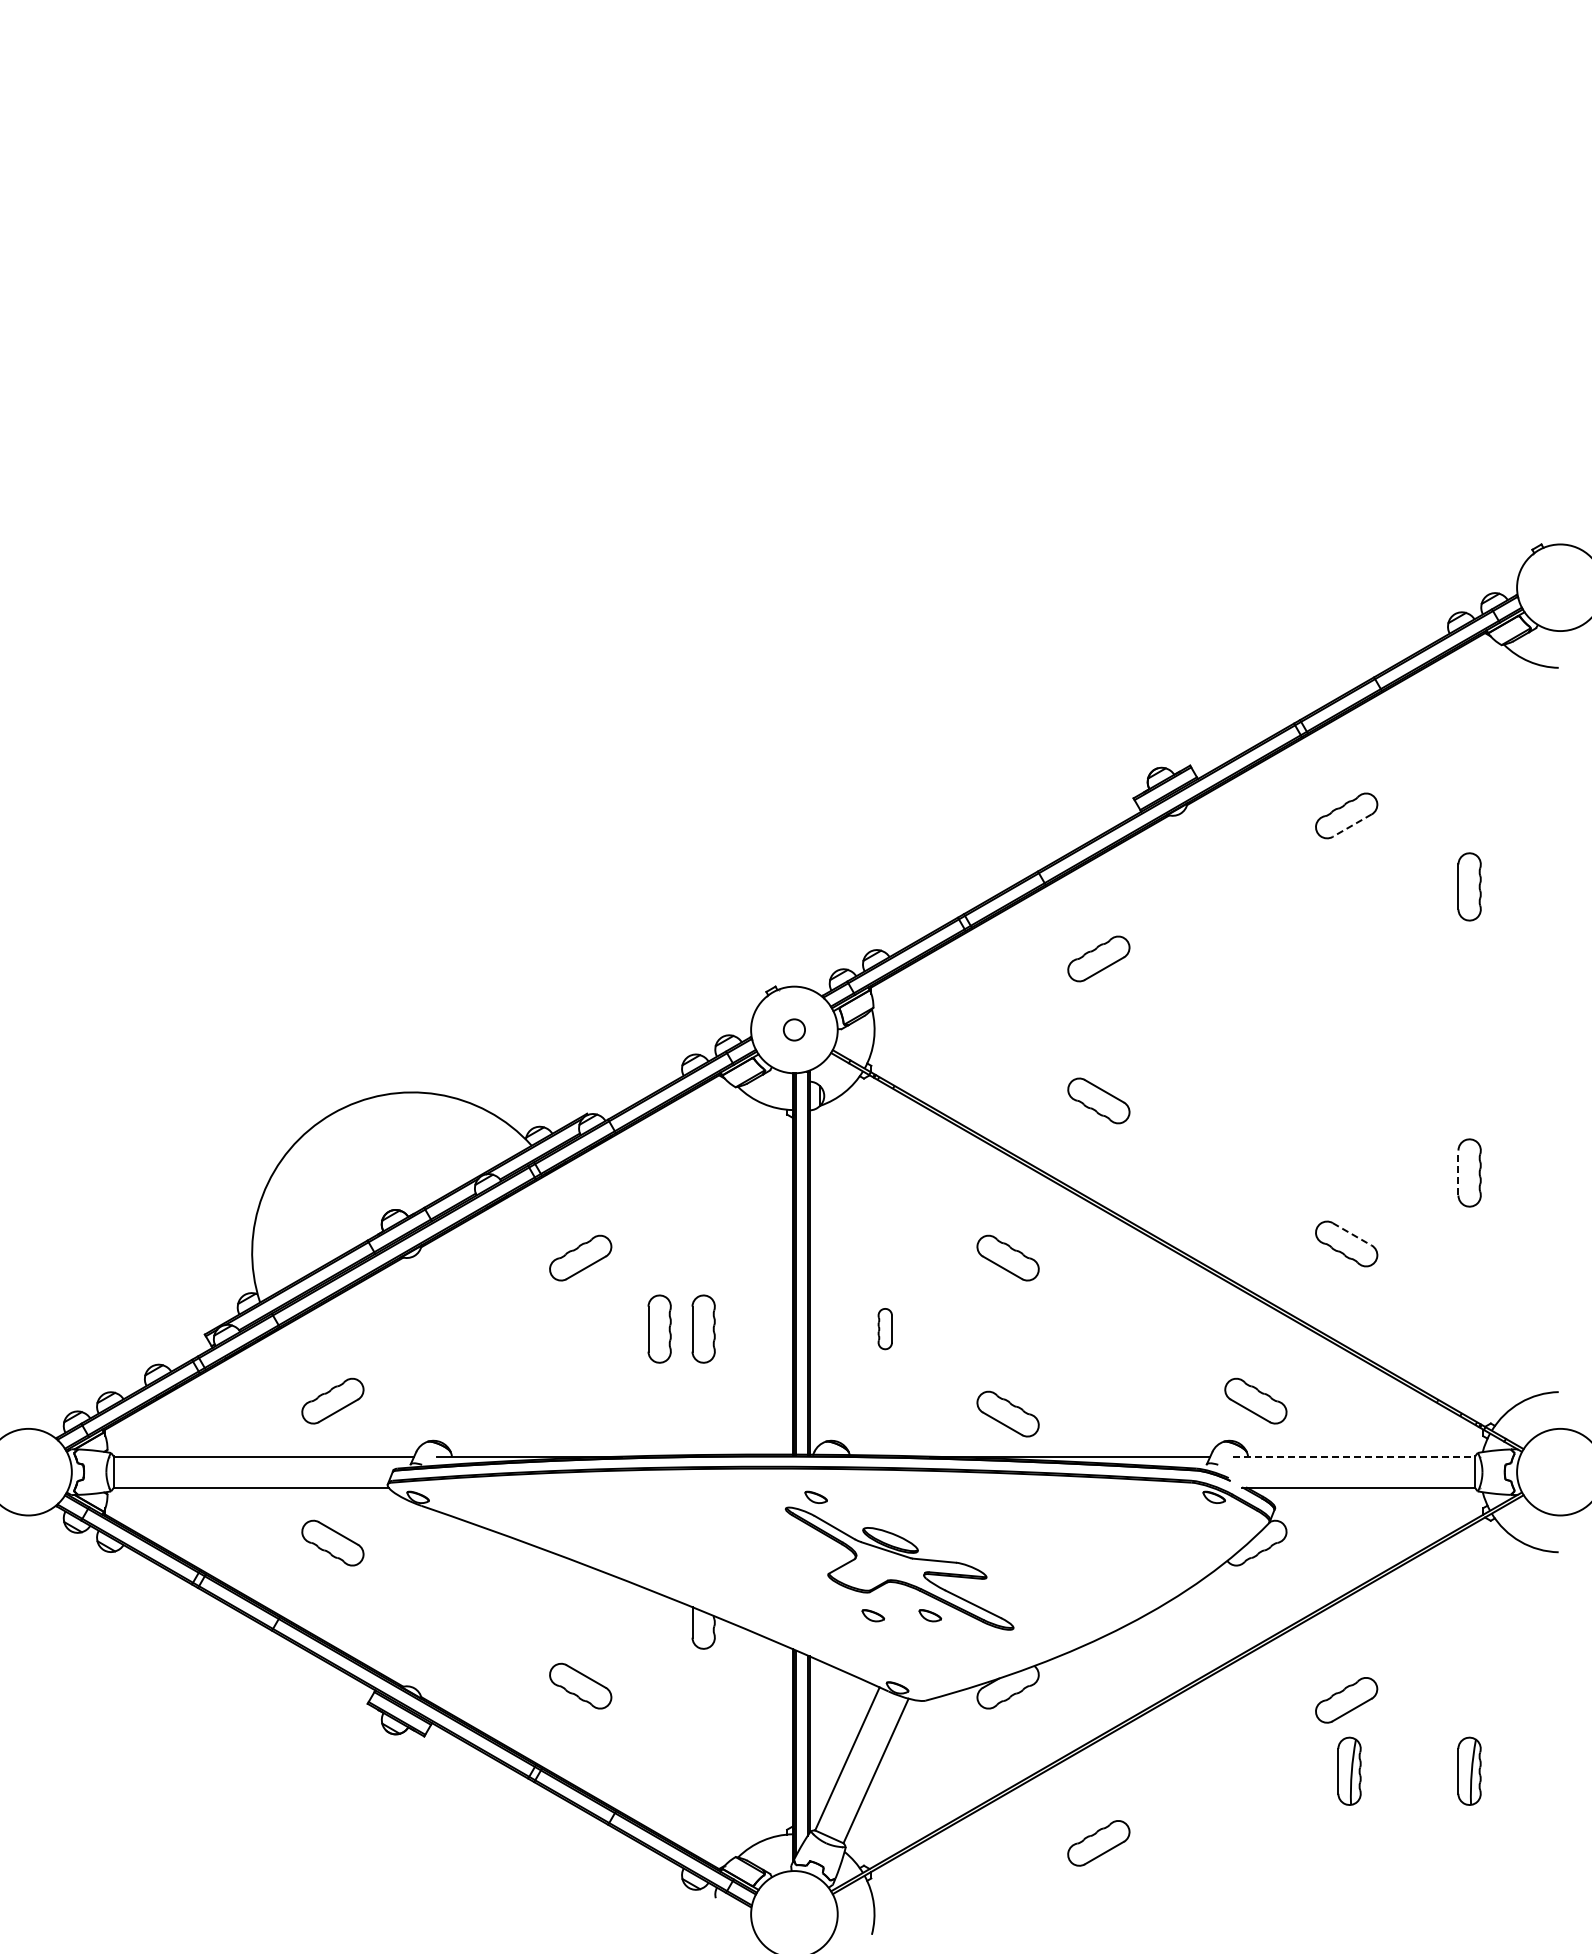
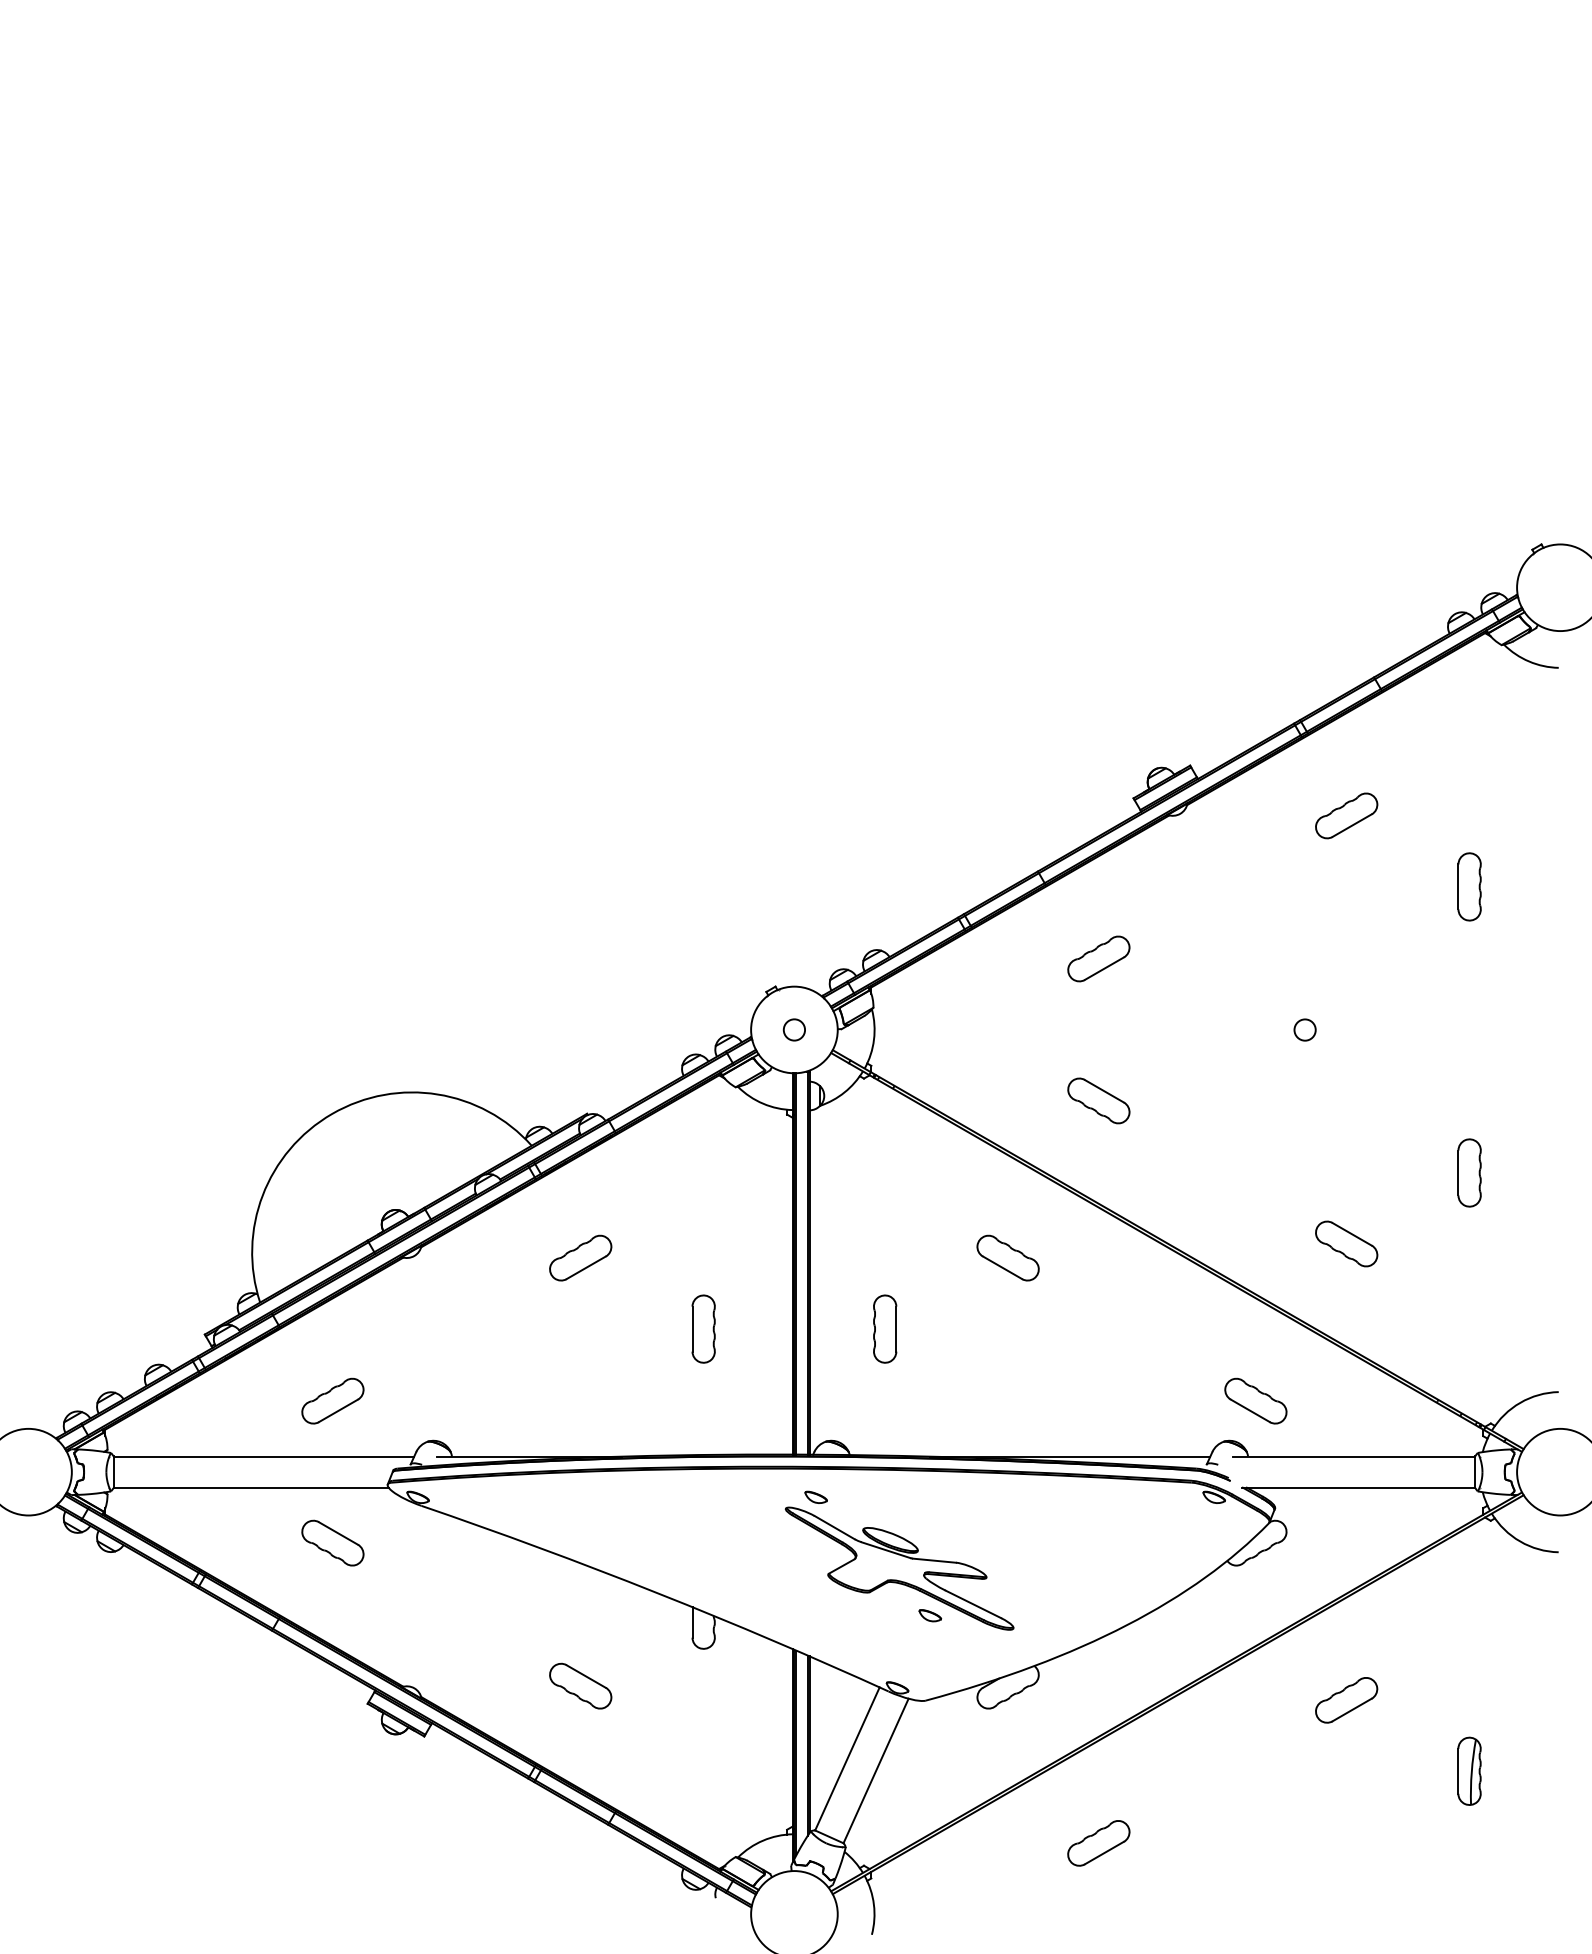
line at (1352, 825): dashed -> solid
circle at (1304, 1029): none -> present
line at (1458, 1172): dashed -> solid
line at (1352, 1234): dashed -> solid
part at (659, 1328): present -> none
part at (884, 1329) size: 16x43 px -> 25x70 px
part at (1007, 1413): present -> none
line at (1354, 1456): dashed -> solid
part at (873, 1615): present -> none
part at (1349, 1770): present -> none
